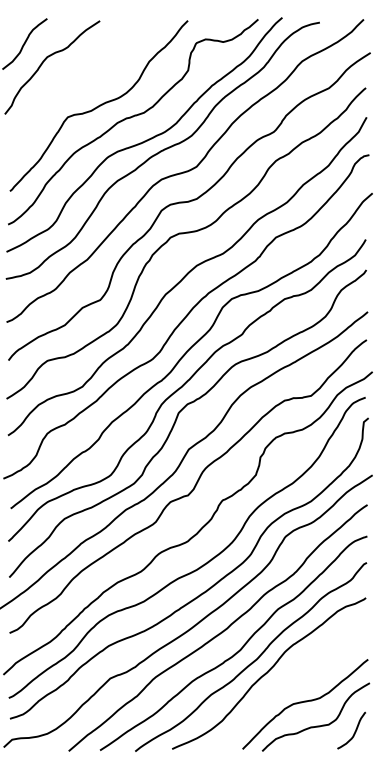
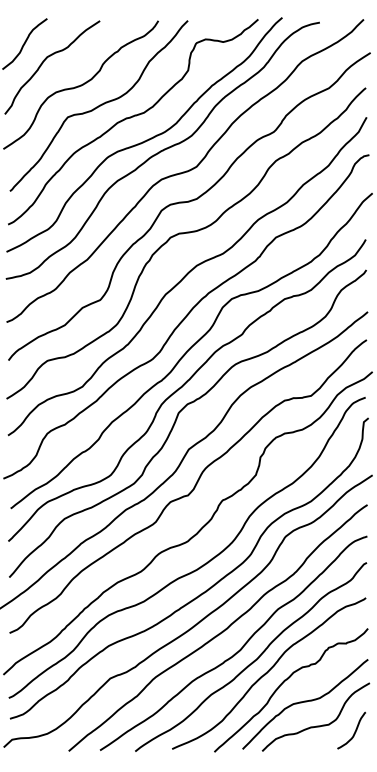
curve at (80, 84): none -> present
curve at (284, 682): none -> present
